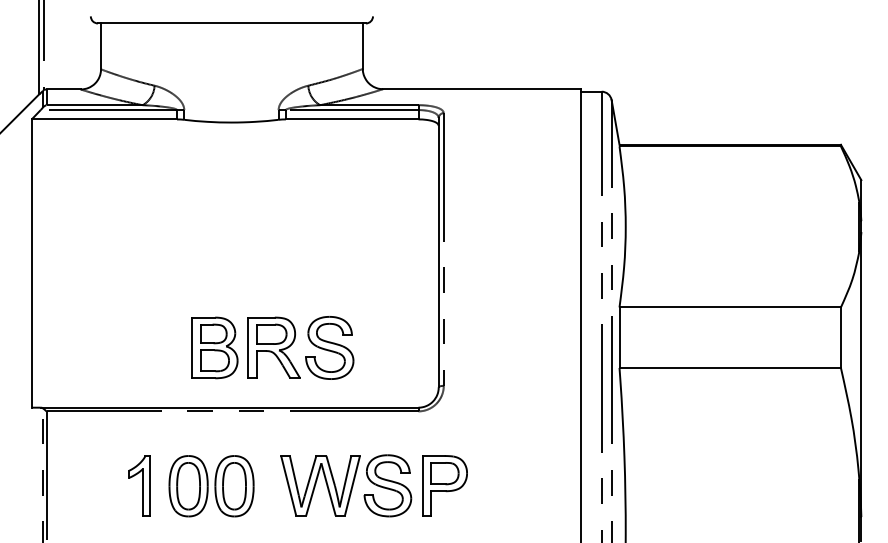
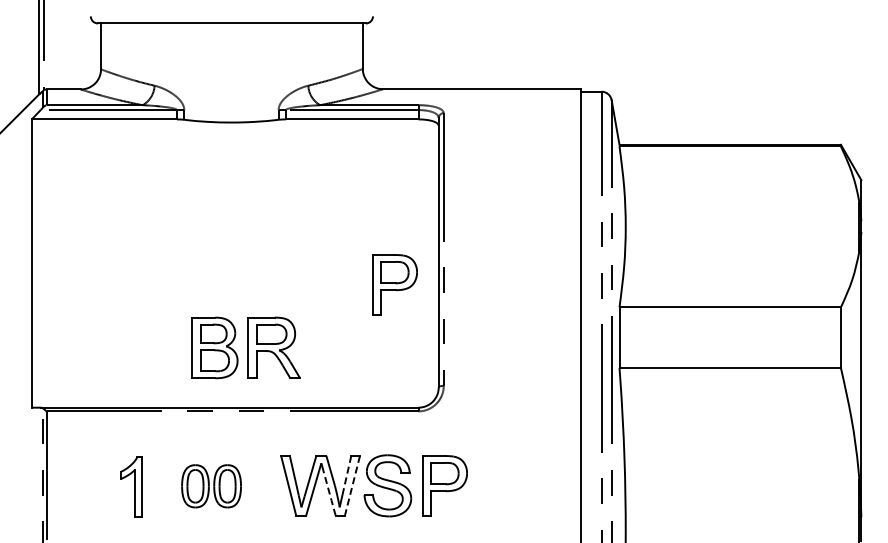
part at (394, 284): none -> present
part at (329, 347): present -> none
line at (346, 475): solid -> dashed
part at (139, 485) position: (139, 485) -> (131, 486)
part at (211, 486) size: 87x63 px -> 61x45 px
line at (352, 486): solid -> dashed
line at (329, 492): solid -> dashed
